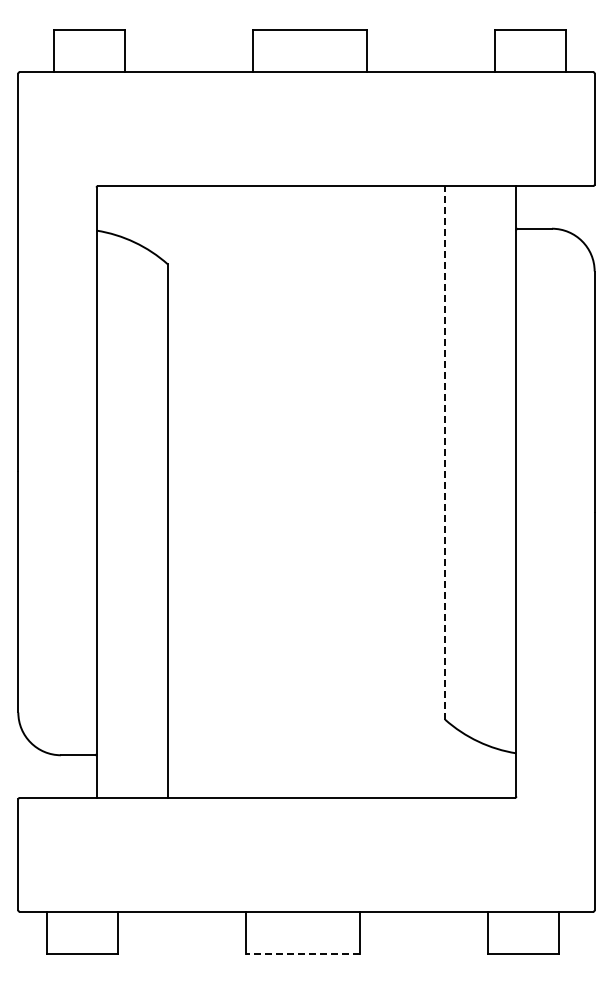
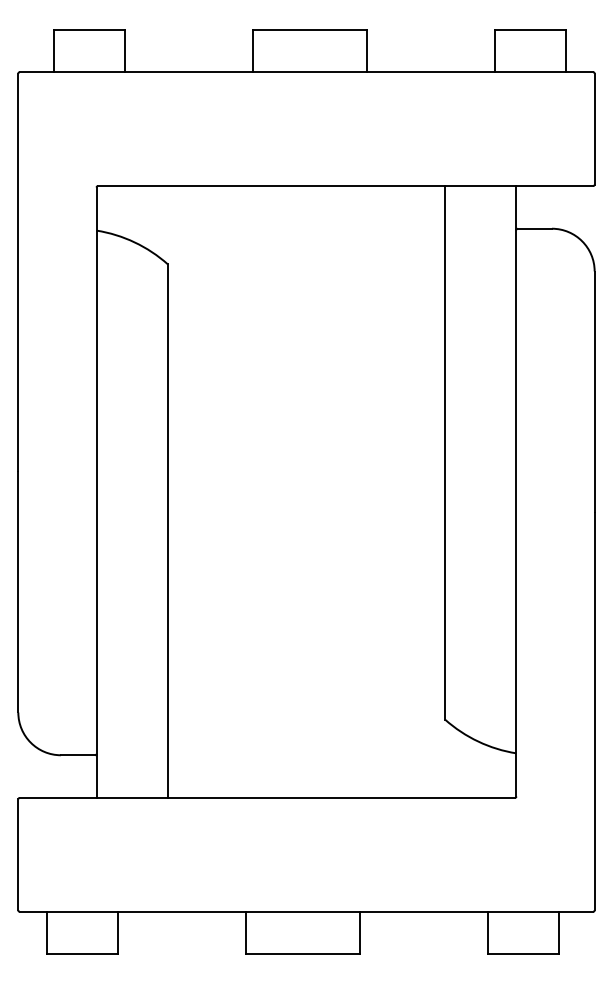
line at (445, 452): dashed -> solid
line at (302, 954): dashed -> solid
